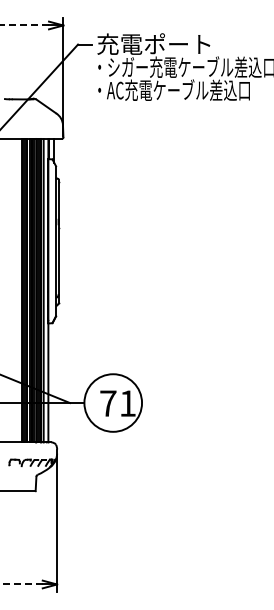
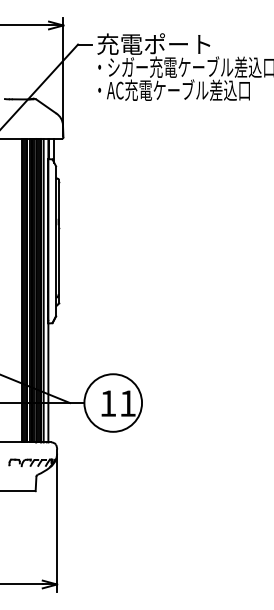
line at (24, 25): dashed -> solid
text at (108, 403): 71 -> 11
line at (21, 584): dashed -> solid
